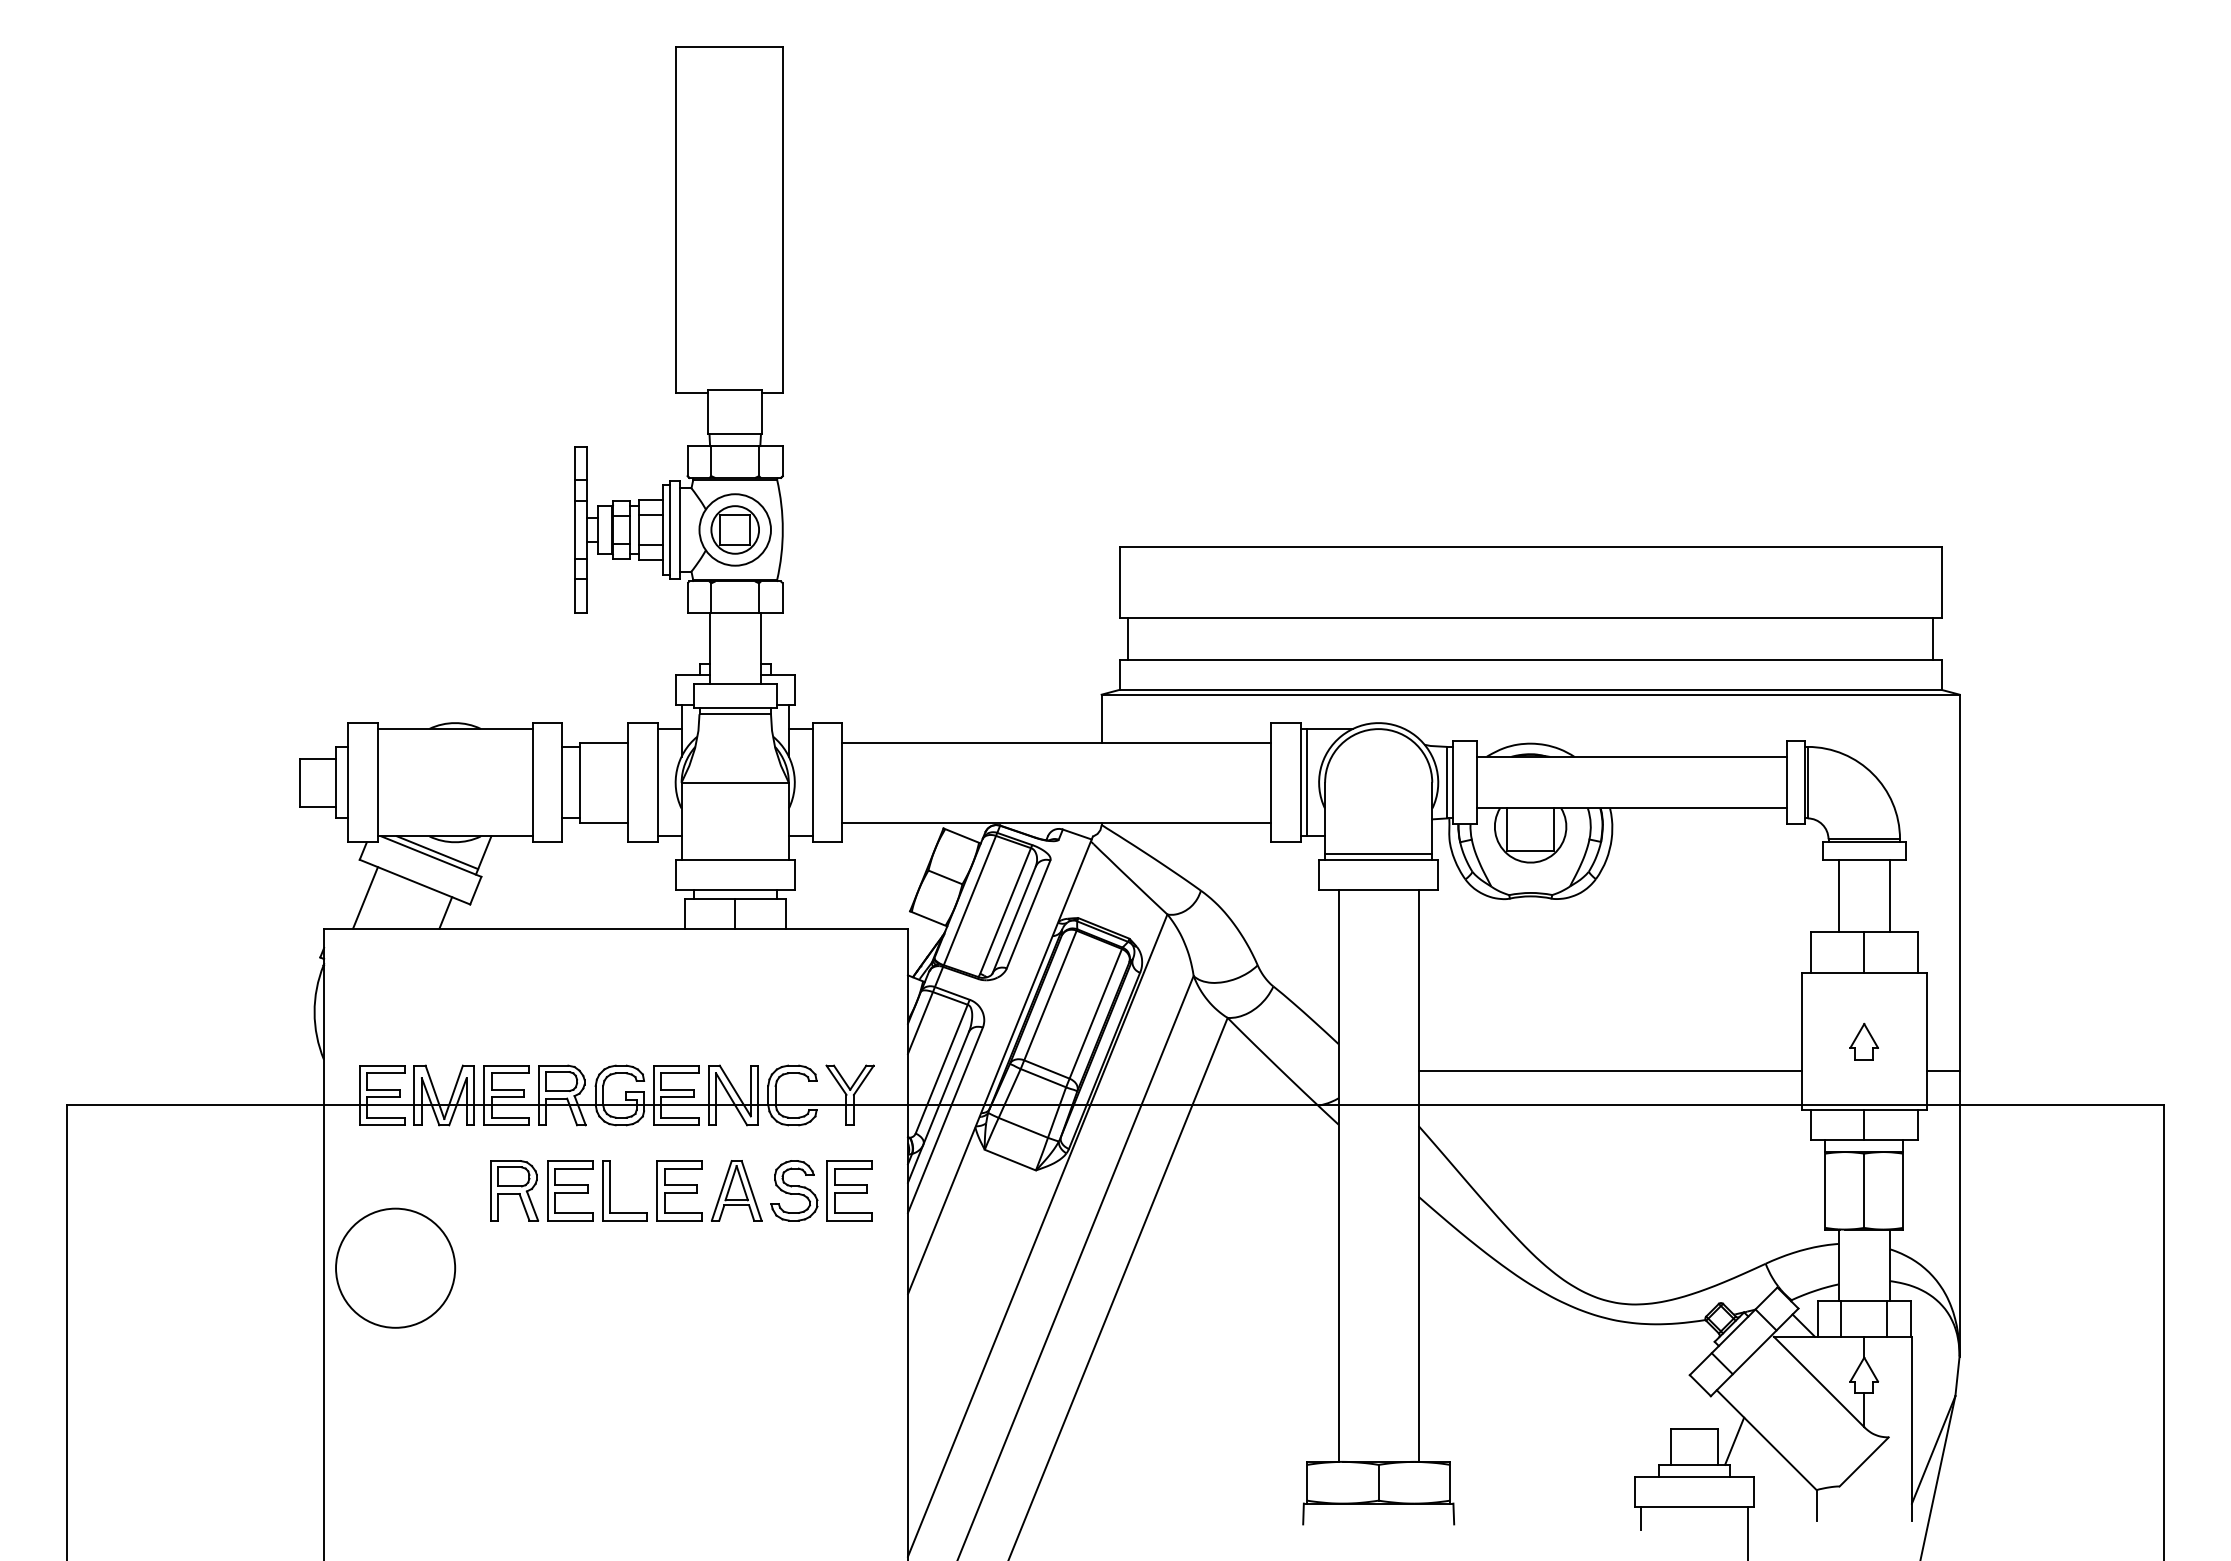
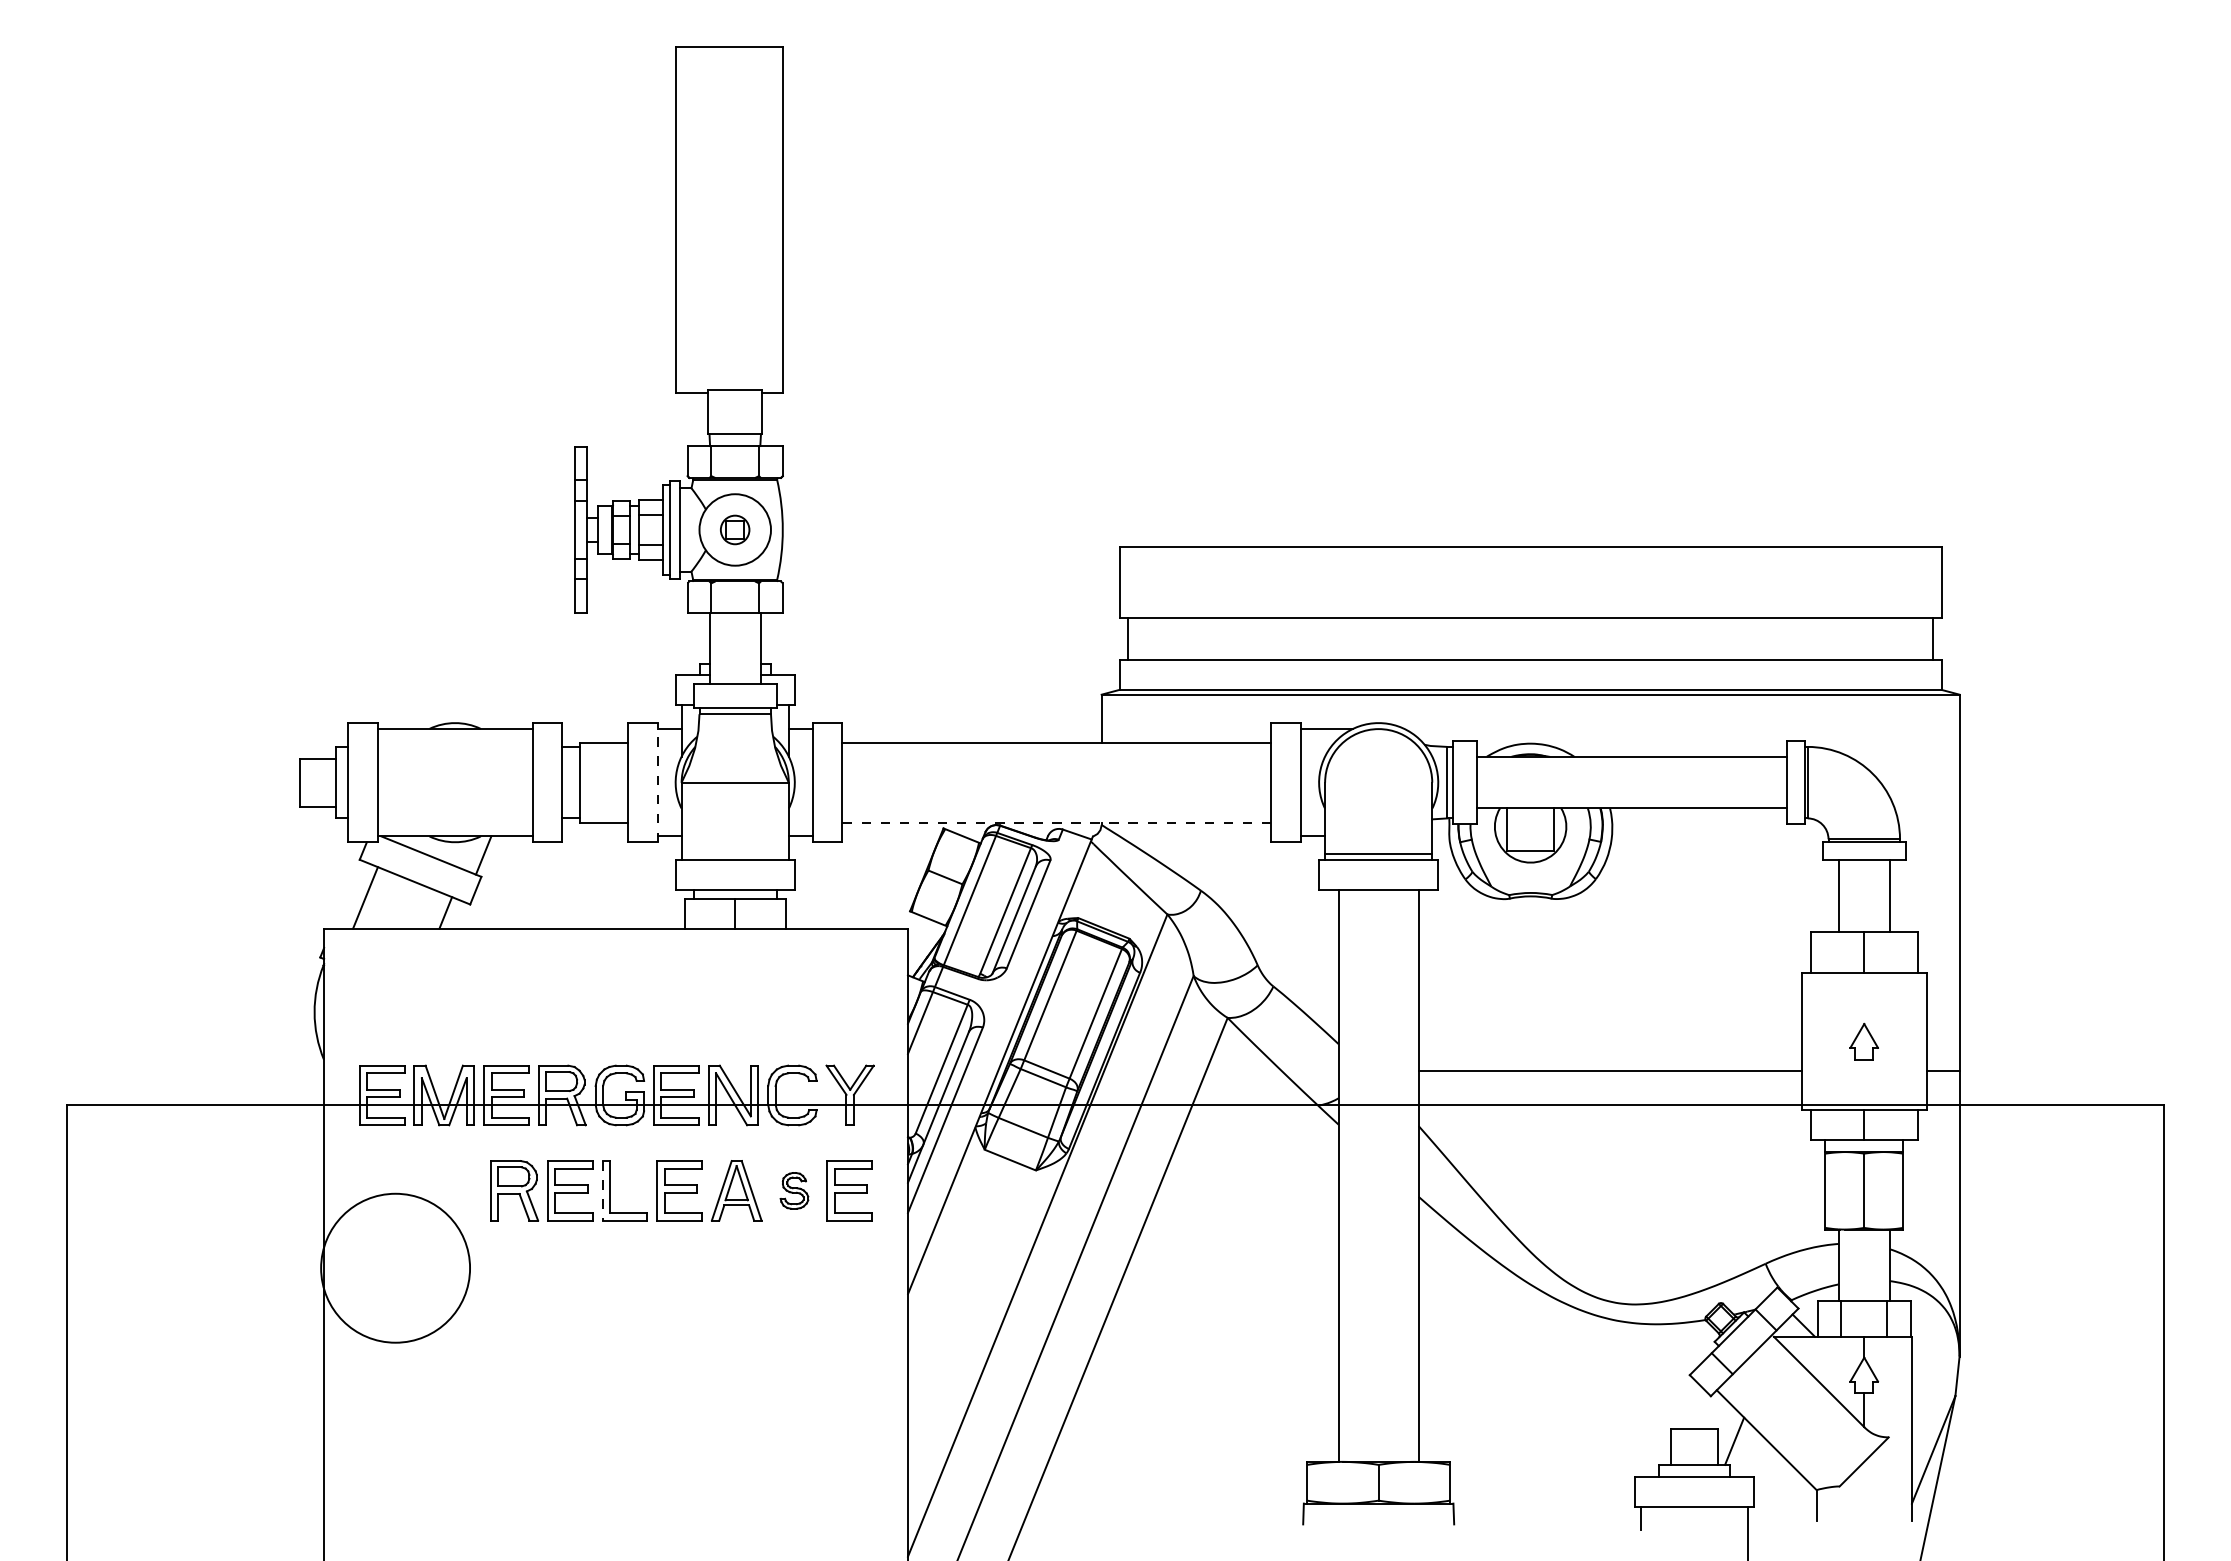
part at (734, 529) size: 50x50 px -> 31x32 px
line at (657, 782): solid -> dashed
line at (1307, 782): present -> none
line at (1057, 822): solid -> dashed
line at (437, 852): present -> none
line at (602, 1190): solid -> dashed
part at (794, 1190) size: 49x62 px -> 31x38 px
circle at (395, 1267) diameter: 119 px -> 149 px
